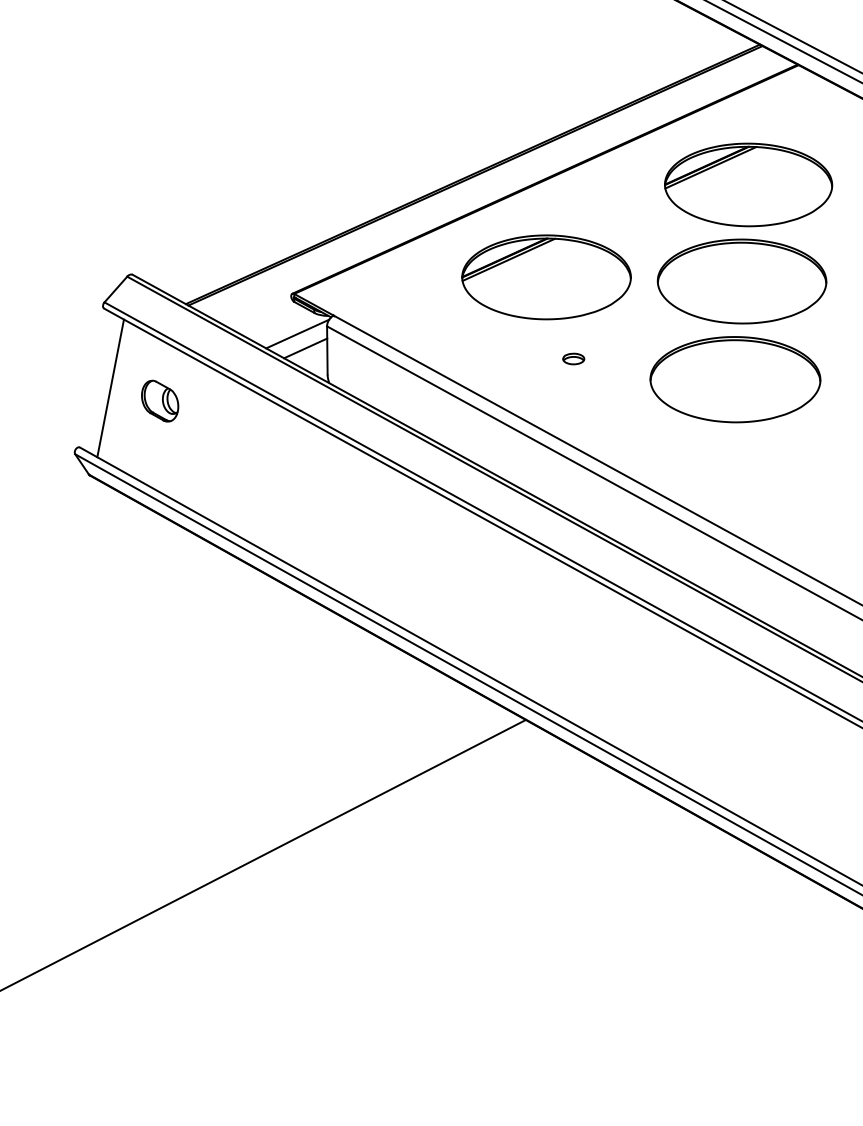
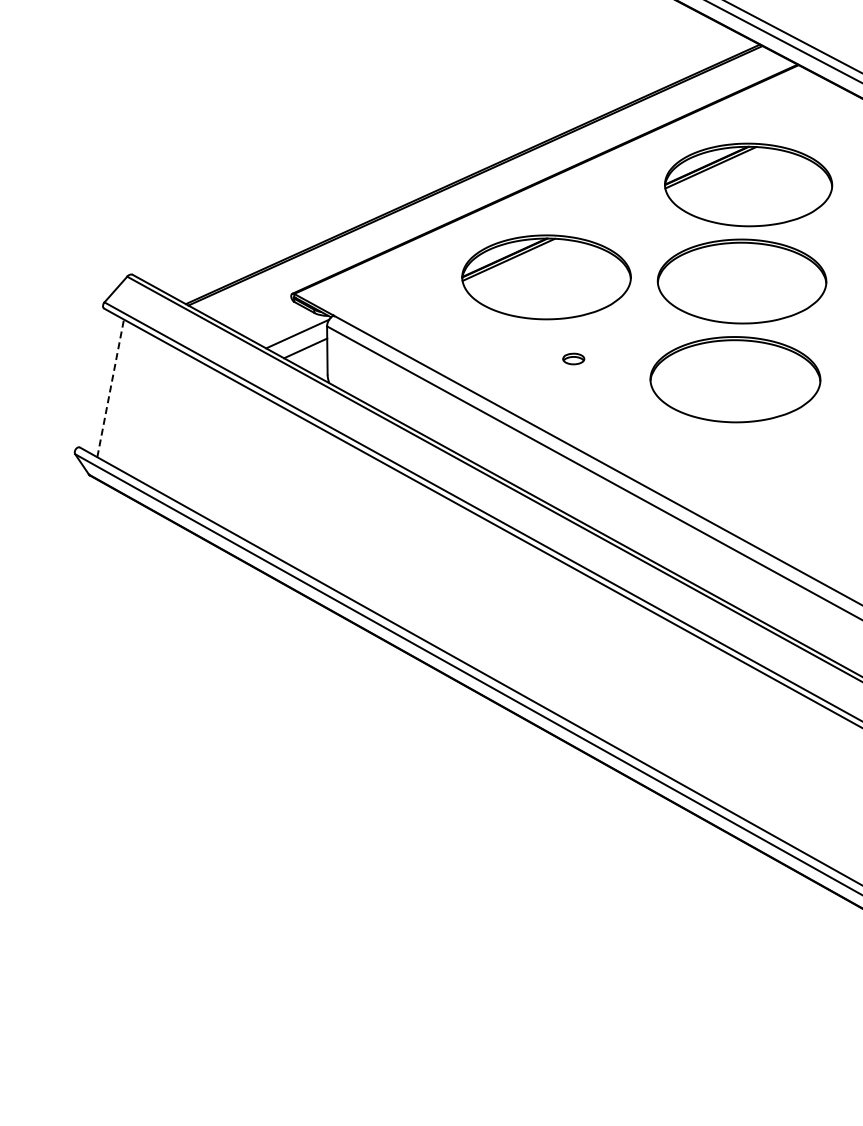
line at (110, 387): solid -> dashed
part at (160, 400): present -> none
line at (263, 854): present -> none
